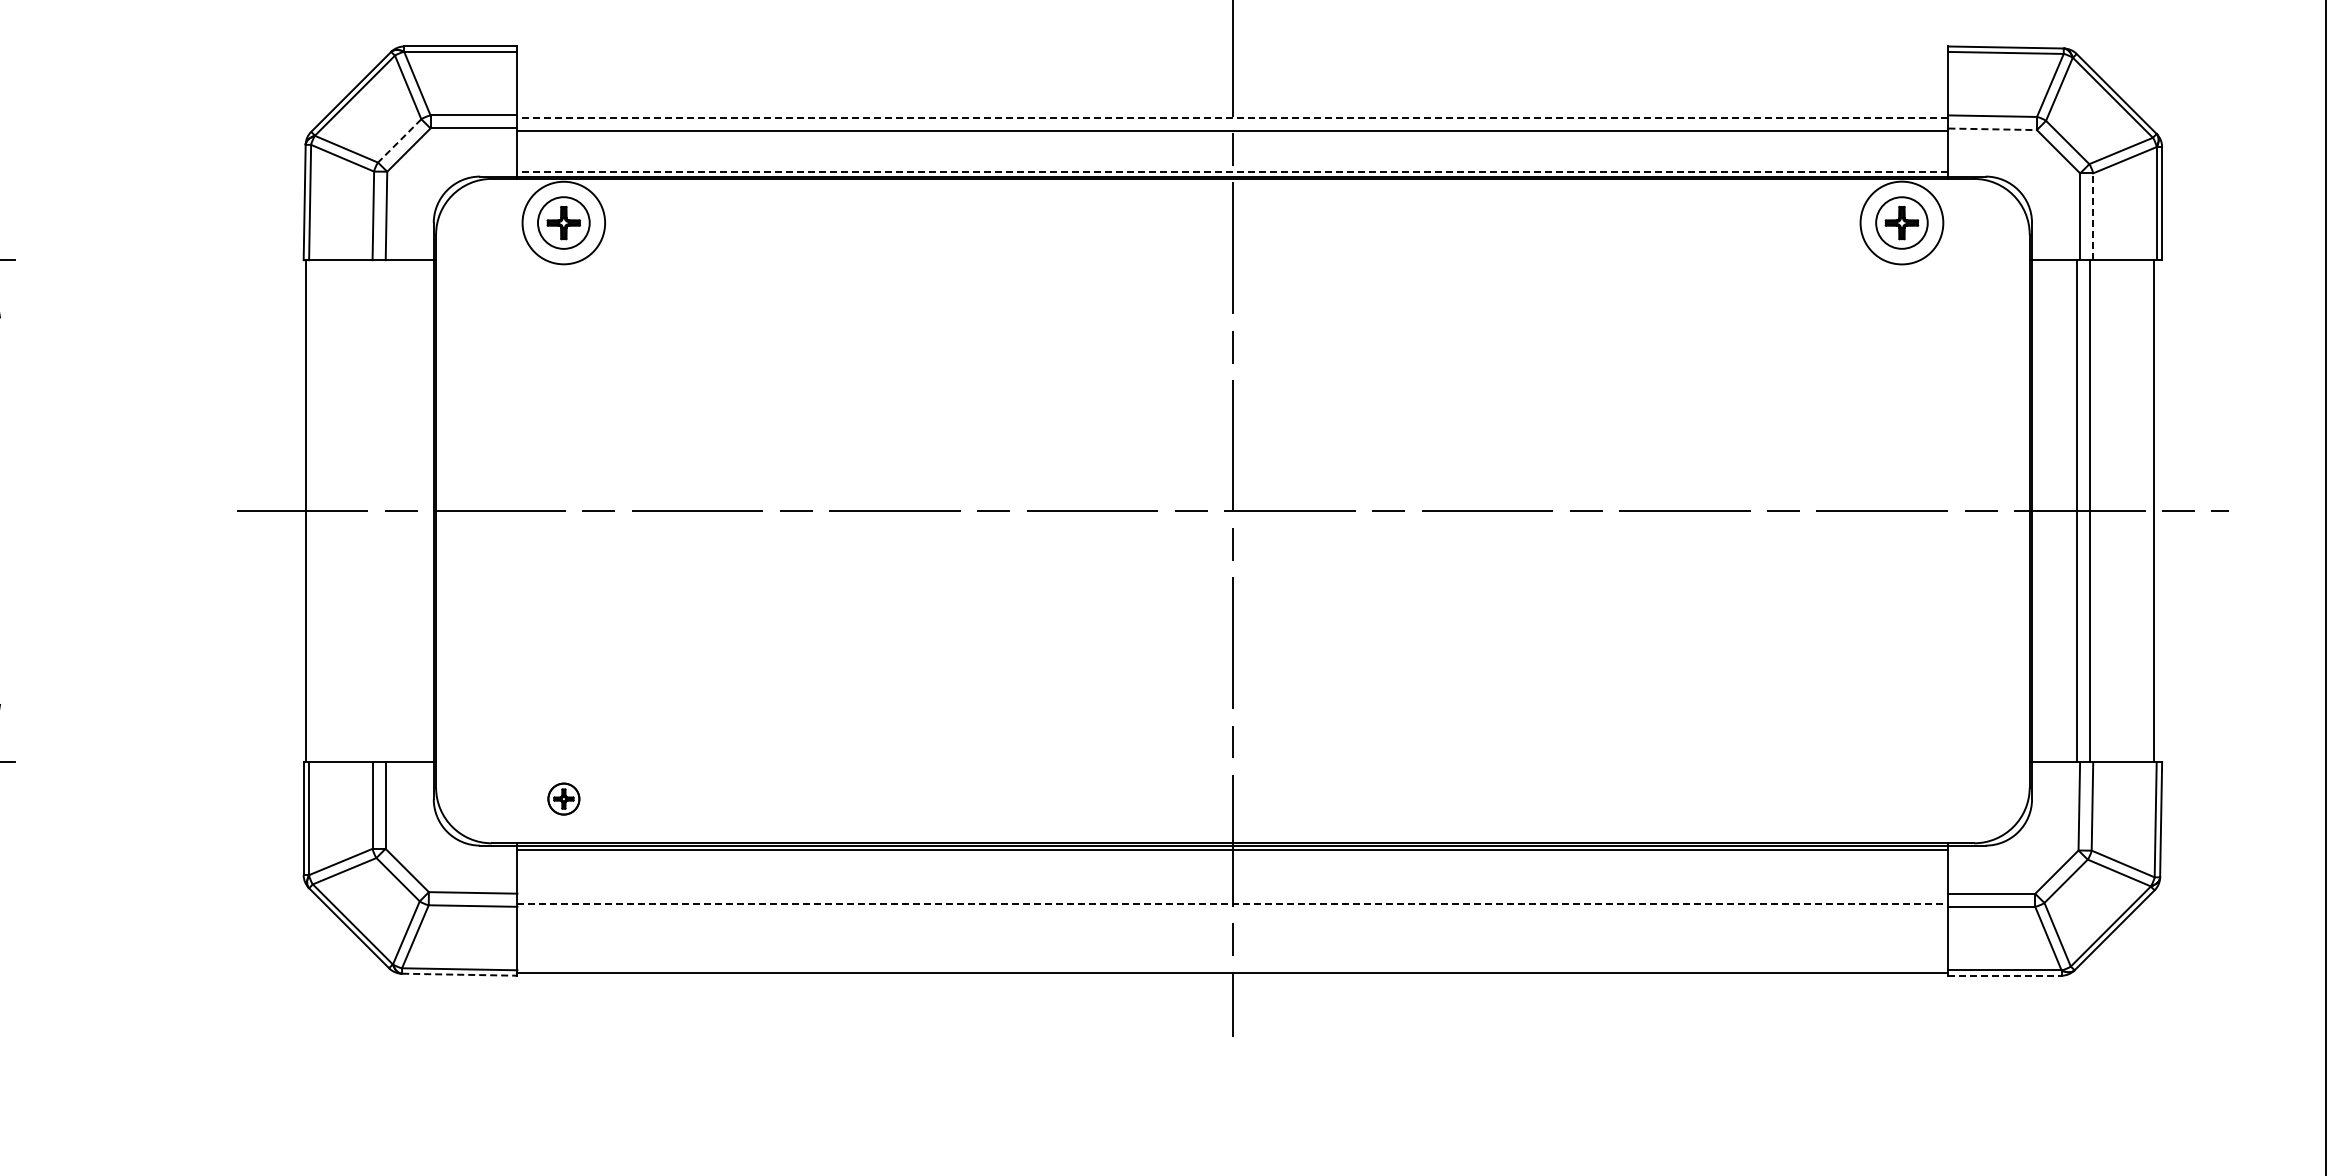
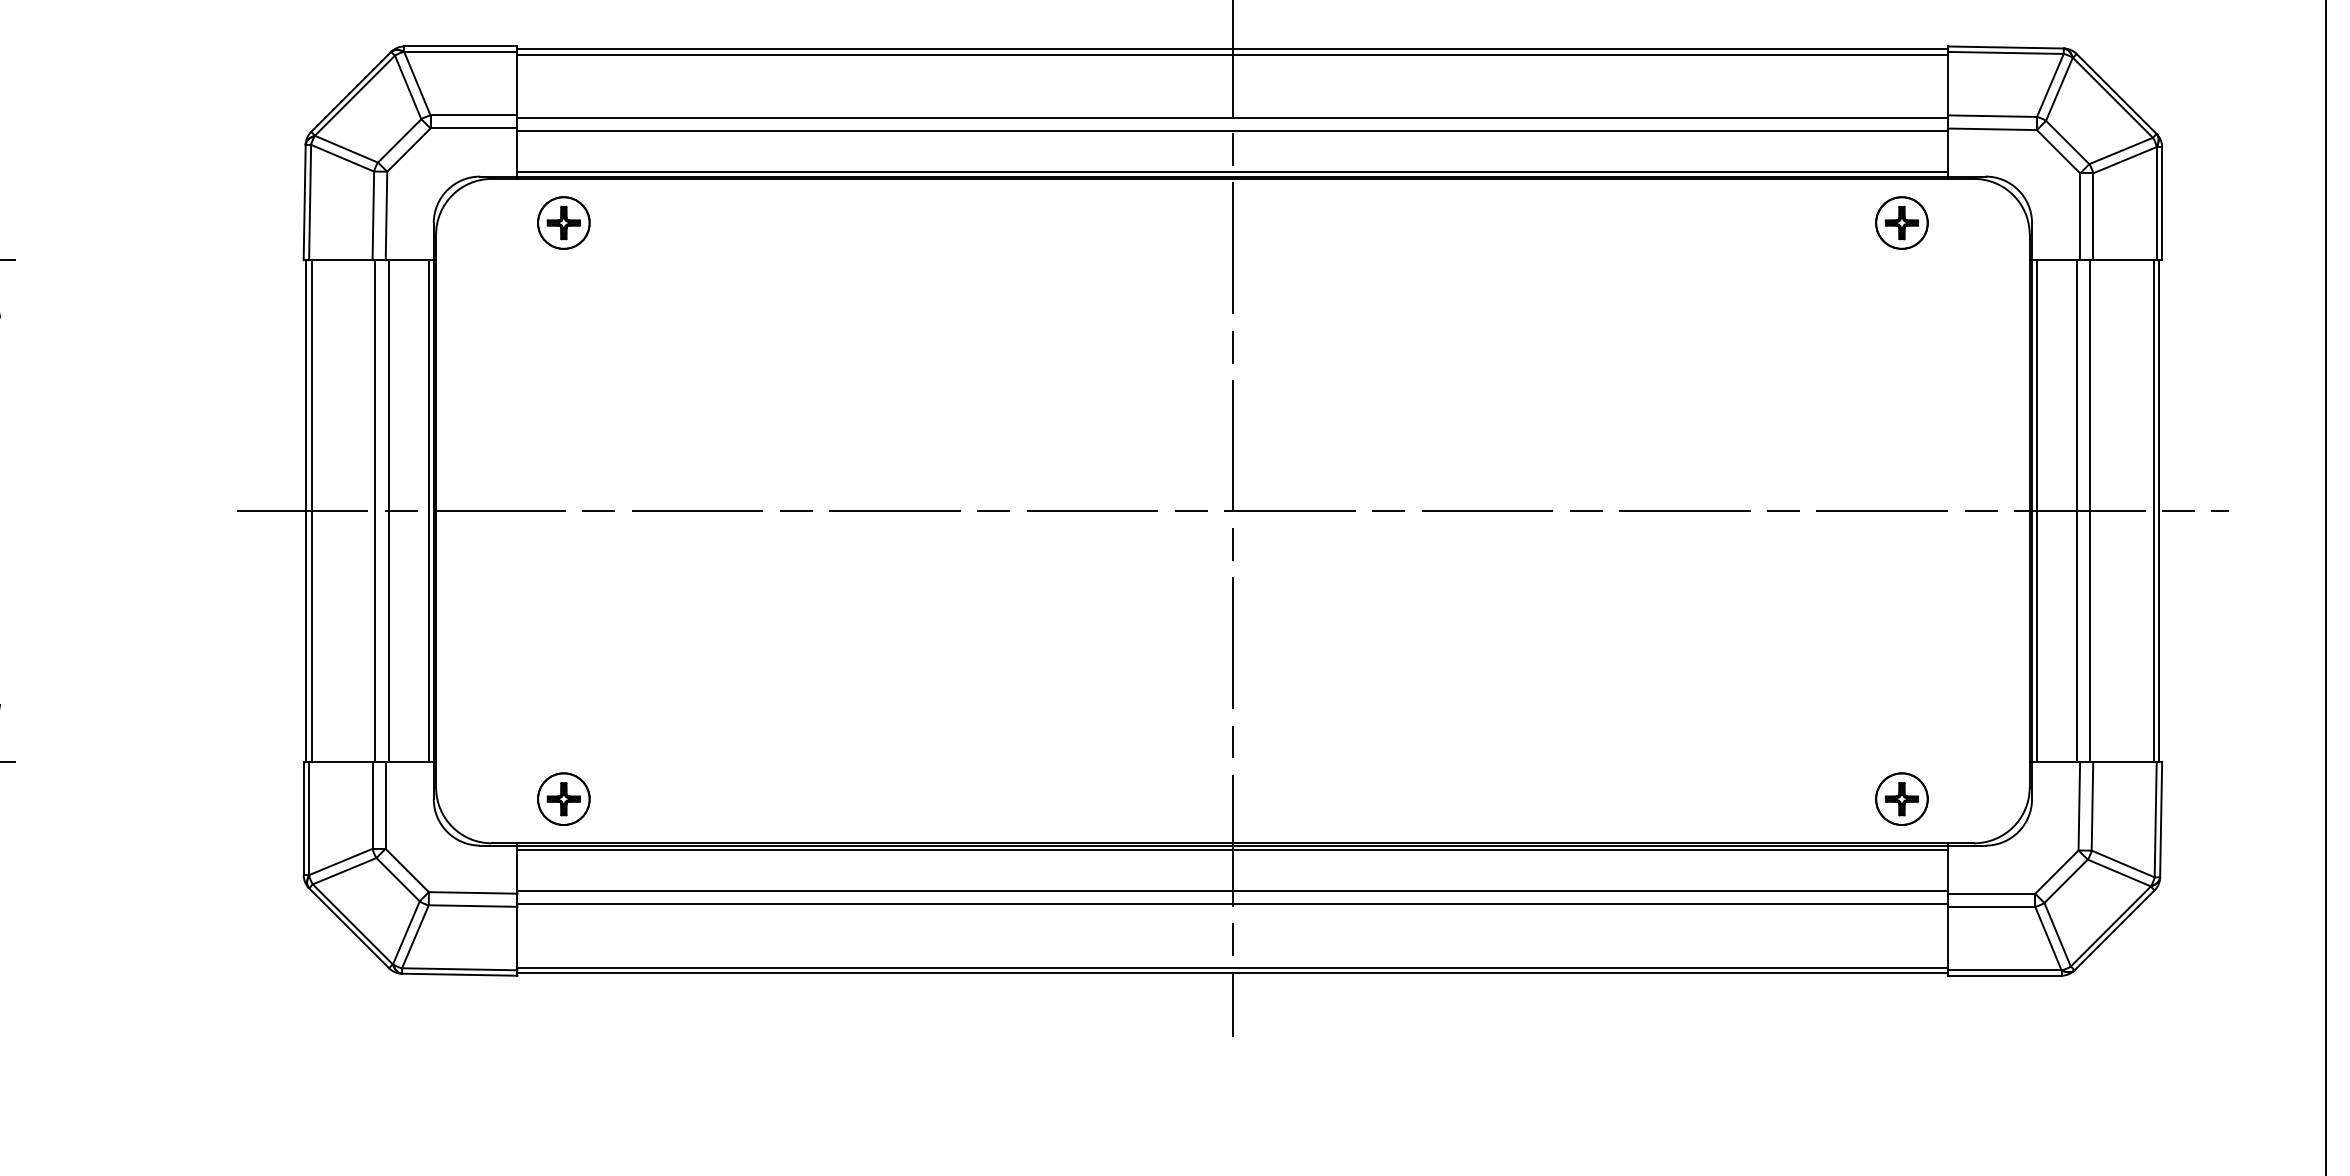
line at (1232, 49): none -> present
line at (1232, 54): none -> present
line at (1232, 118): dashed -> solid
line at (1993, 129): dashed -> solid
line at (399, 140): dashed -> solid
line at (1232, 171): dashed -> solid
line at (2093, 216): dashed -> solid
circle at (563, 222) diameter: 83 px -> 52 px
circle at (1901, 222) diameter: 83 px -> 52 px
line at (311, 511): none -> present
line at (375, 511): none -> present
line at (388, 511): none -> present
line at (429, 511): none -> present
line at (2036, 511): none -> present
line at (2159, 511): none -> present
part at (563, 798) size: 34x34 px -> 54x54 px
part at (1901, 798): none -> present
line at (1232, 890): none -> present
line at (1232, 904): dashed -> solid
line at (1232, 967): none -> present
line at (459, 974): dashed -> solid
line at (2004, 975): dashed -> solid
